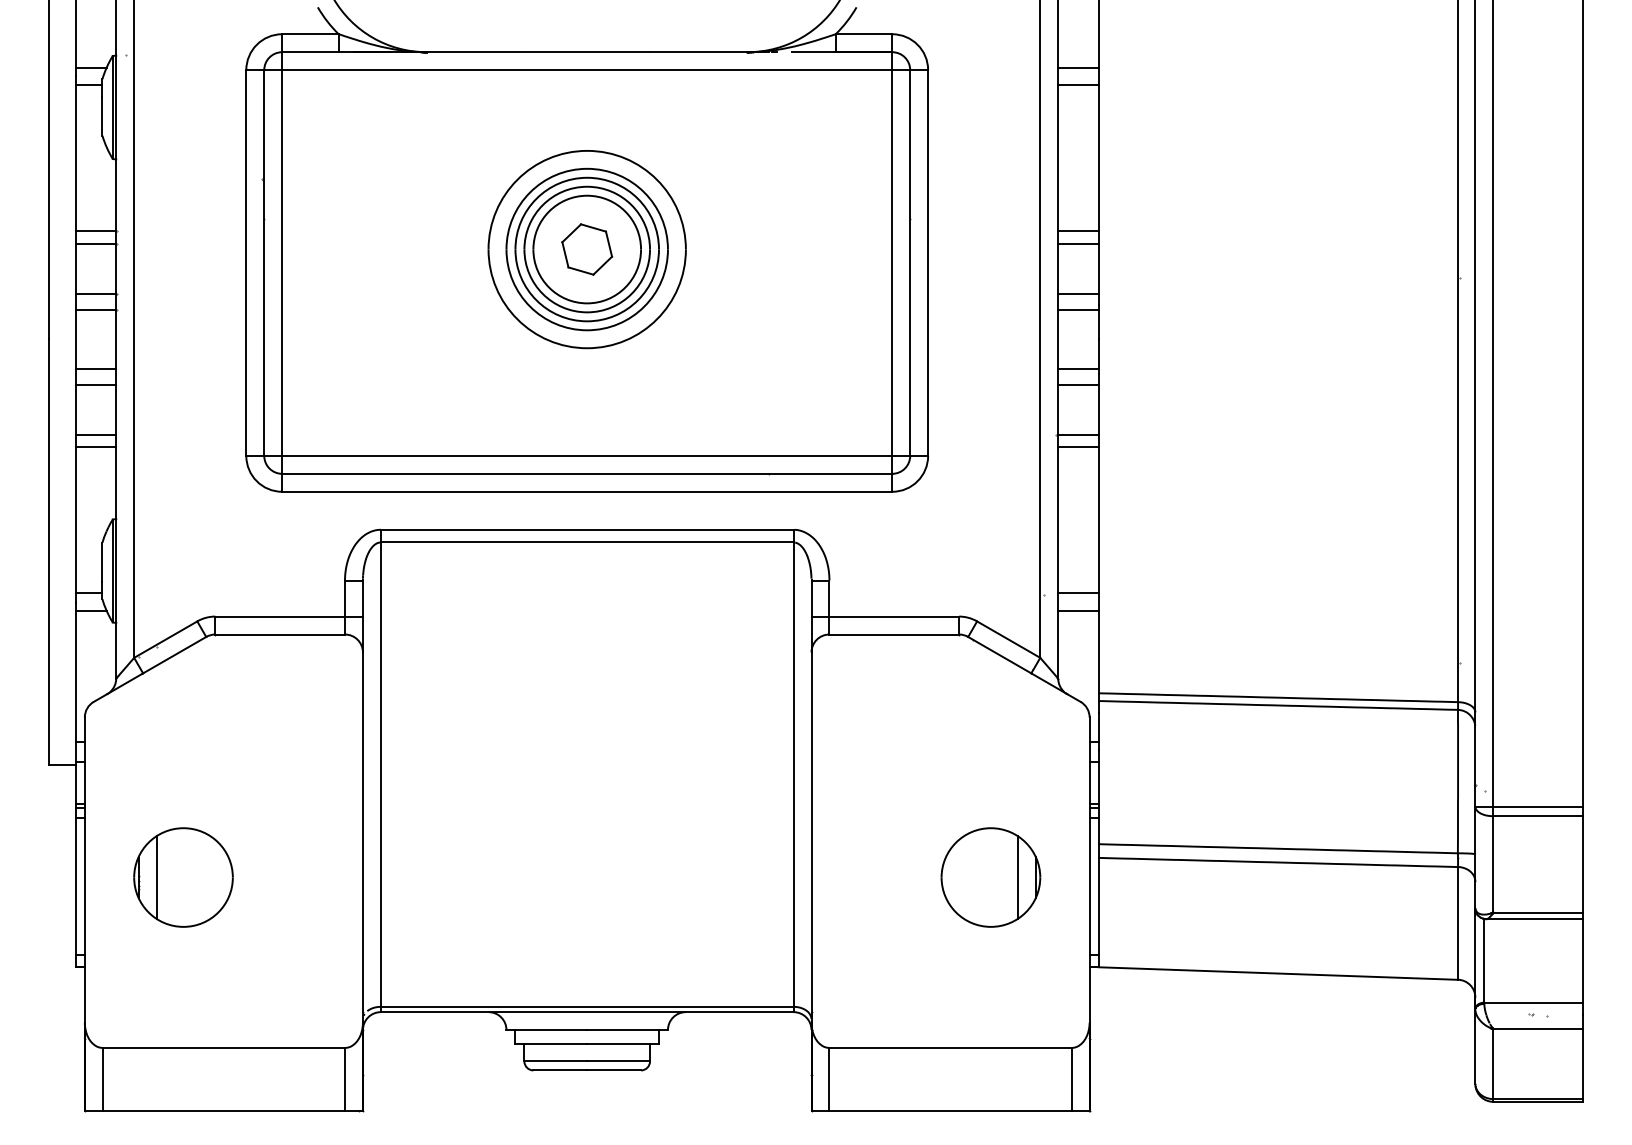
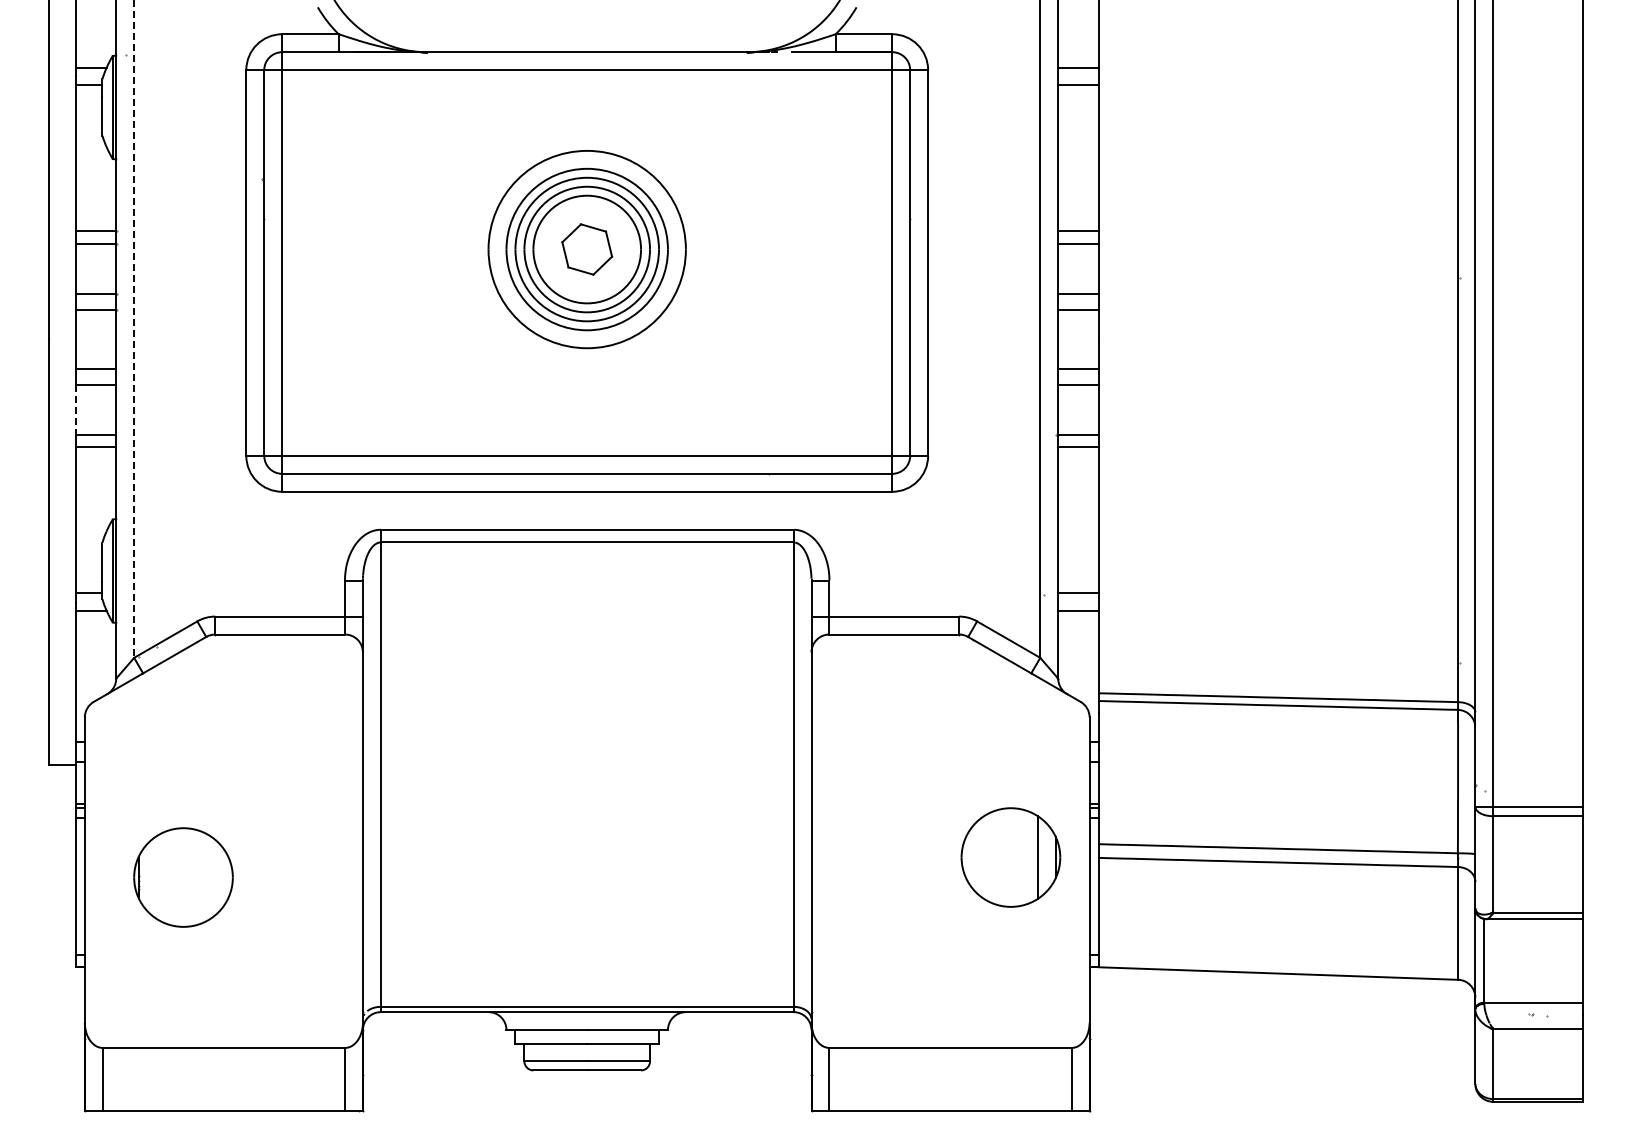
line at (134, 329): solid -> dashed
line at (75, 409): solid -> dashed
line at (156, 877): present -> none
part at (990, 877) position: (990, 877) -> (1010, 857)
